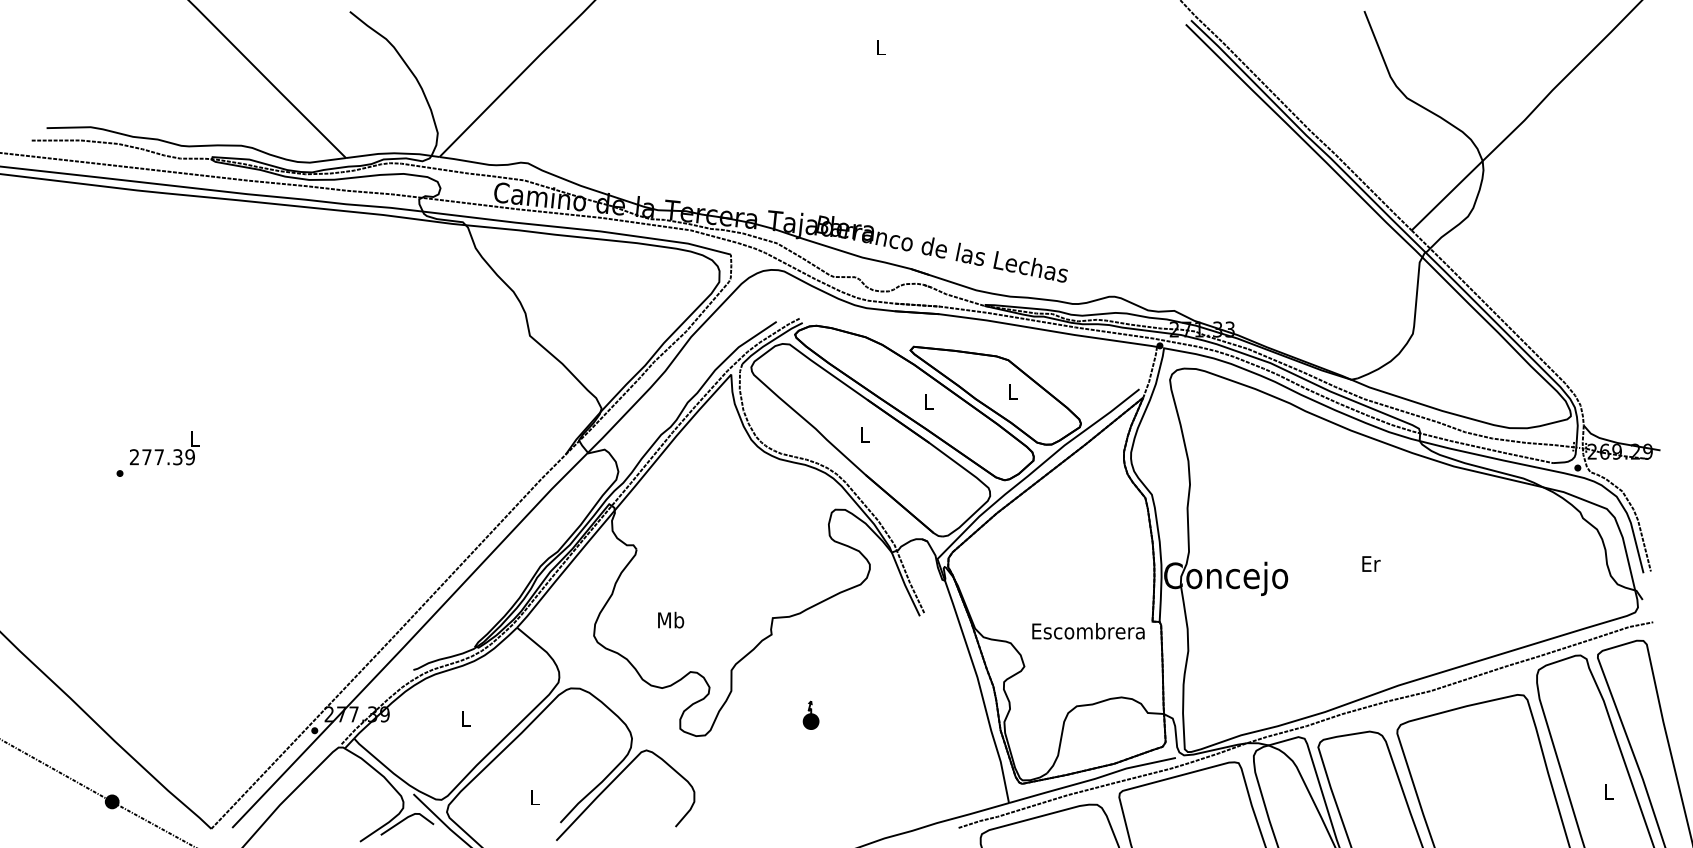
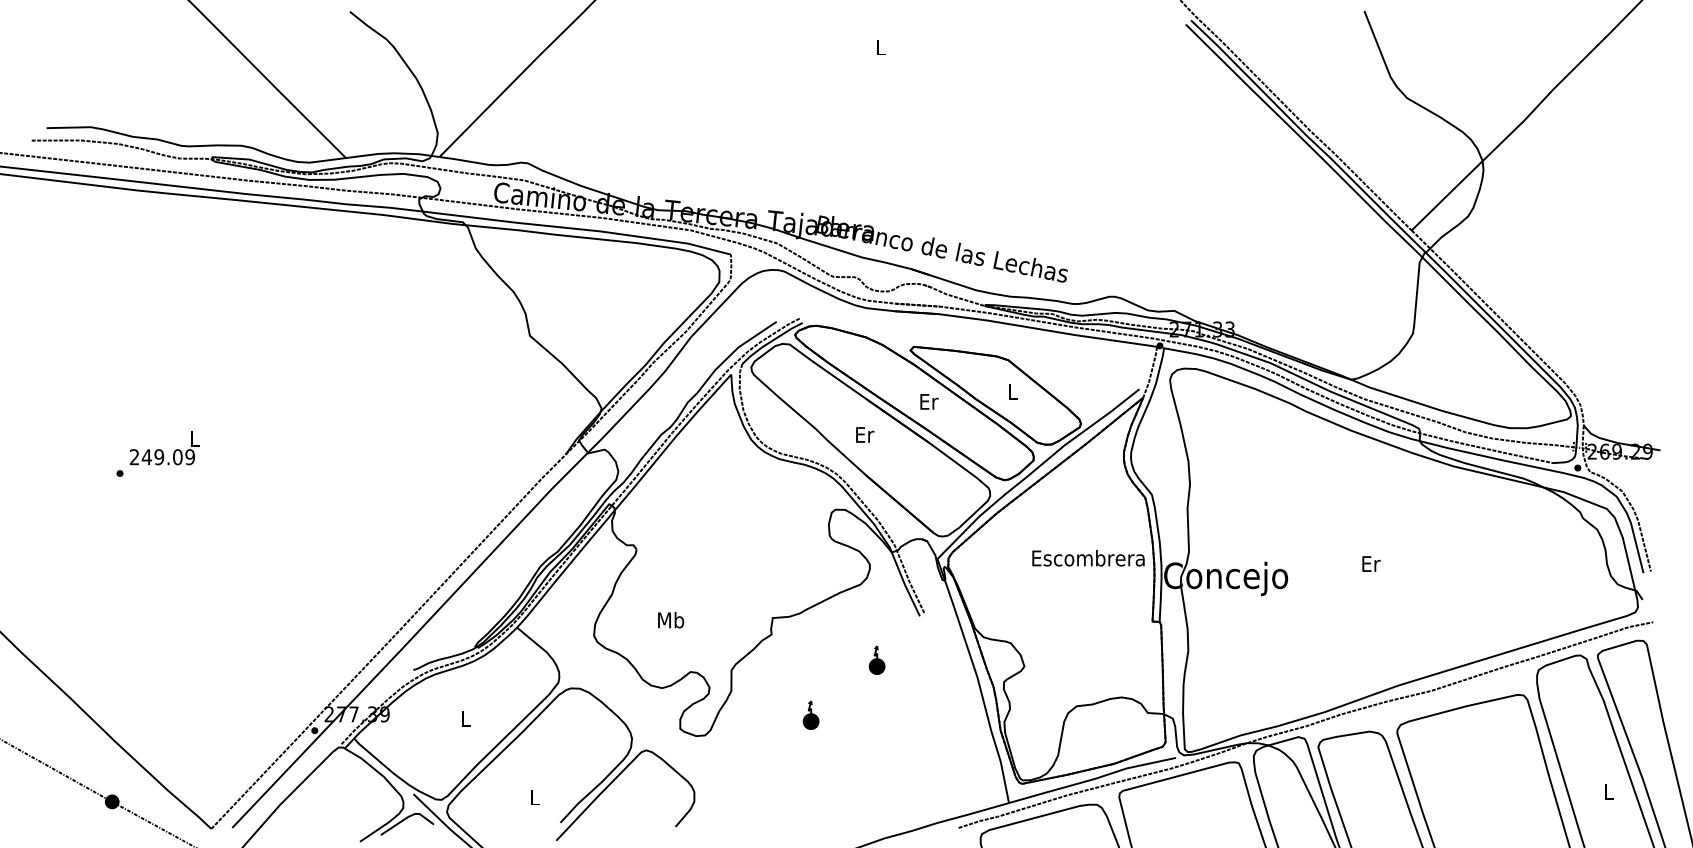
text at (929, 401): L -> Er
text at (865, 434): L -> Er
text at (161, 457): 277.39 -> 249.09
text at (1088, 631) position: (1088, 631) -> (1088, 558)
part at (876, 659): none -> present
